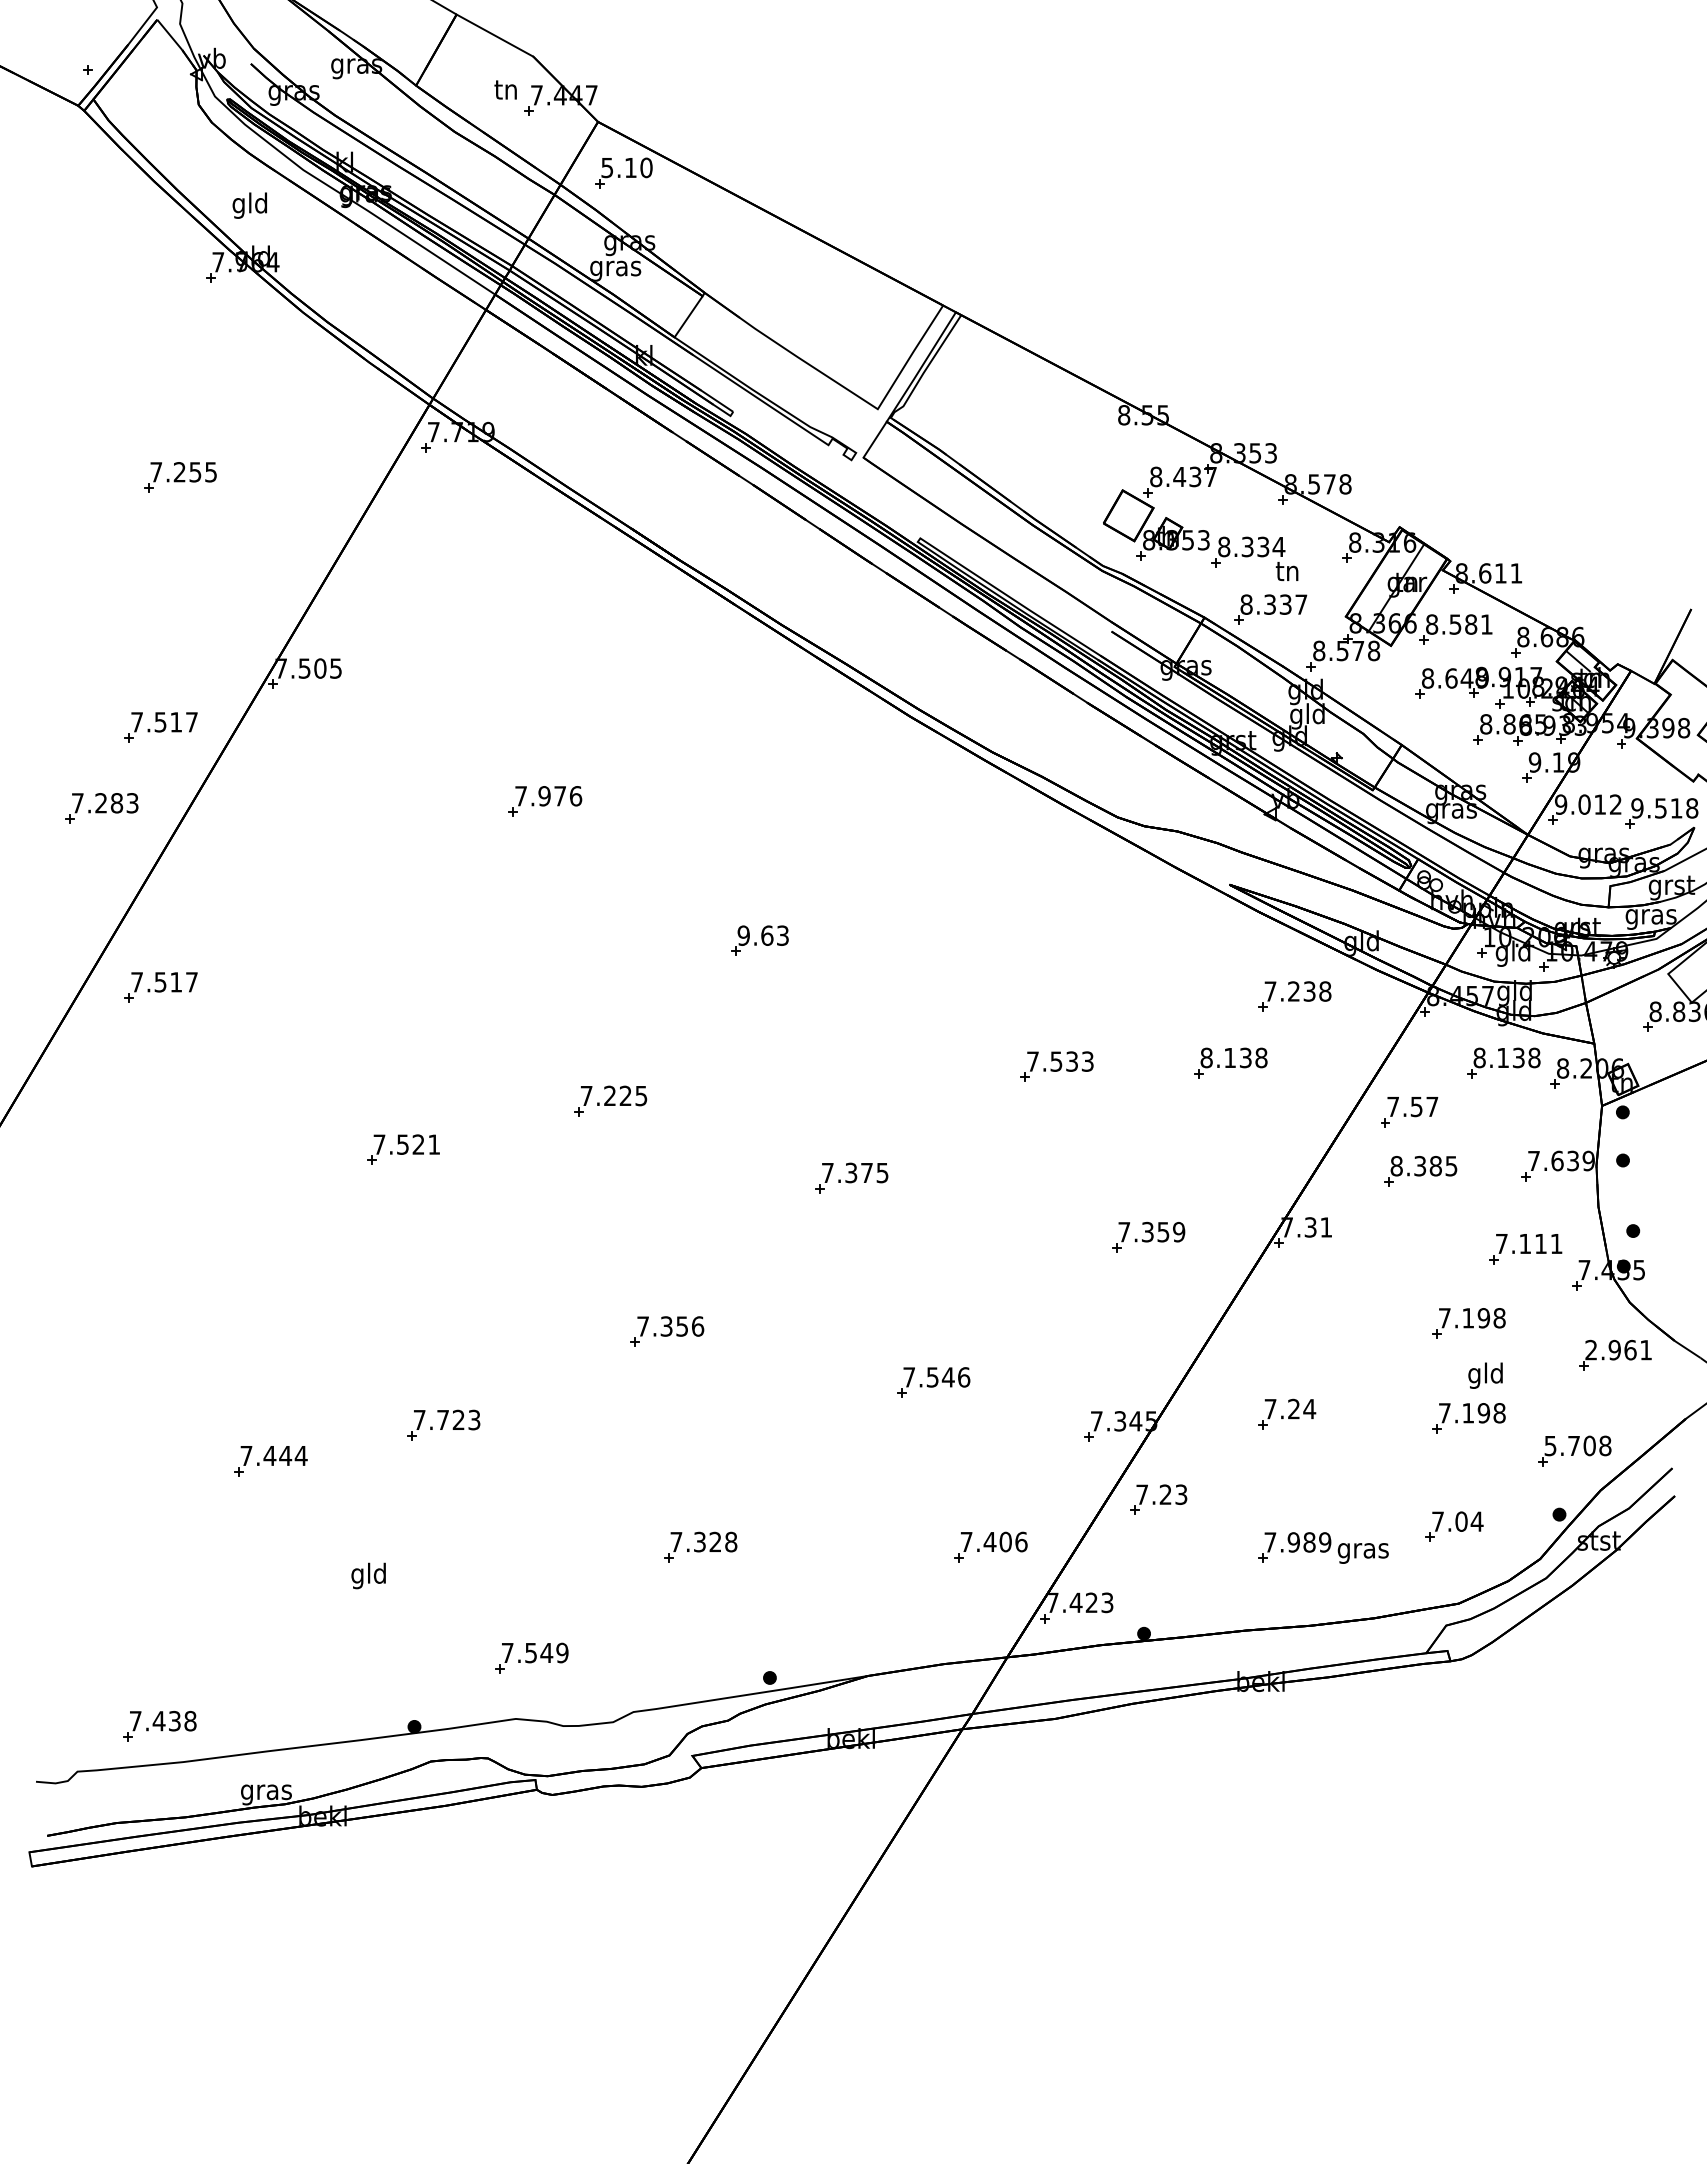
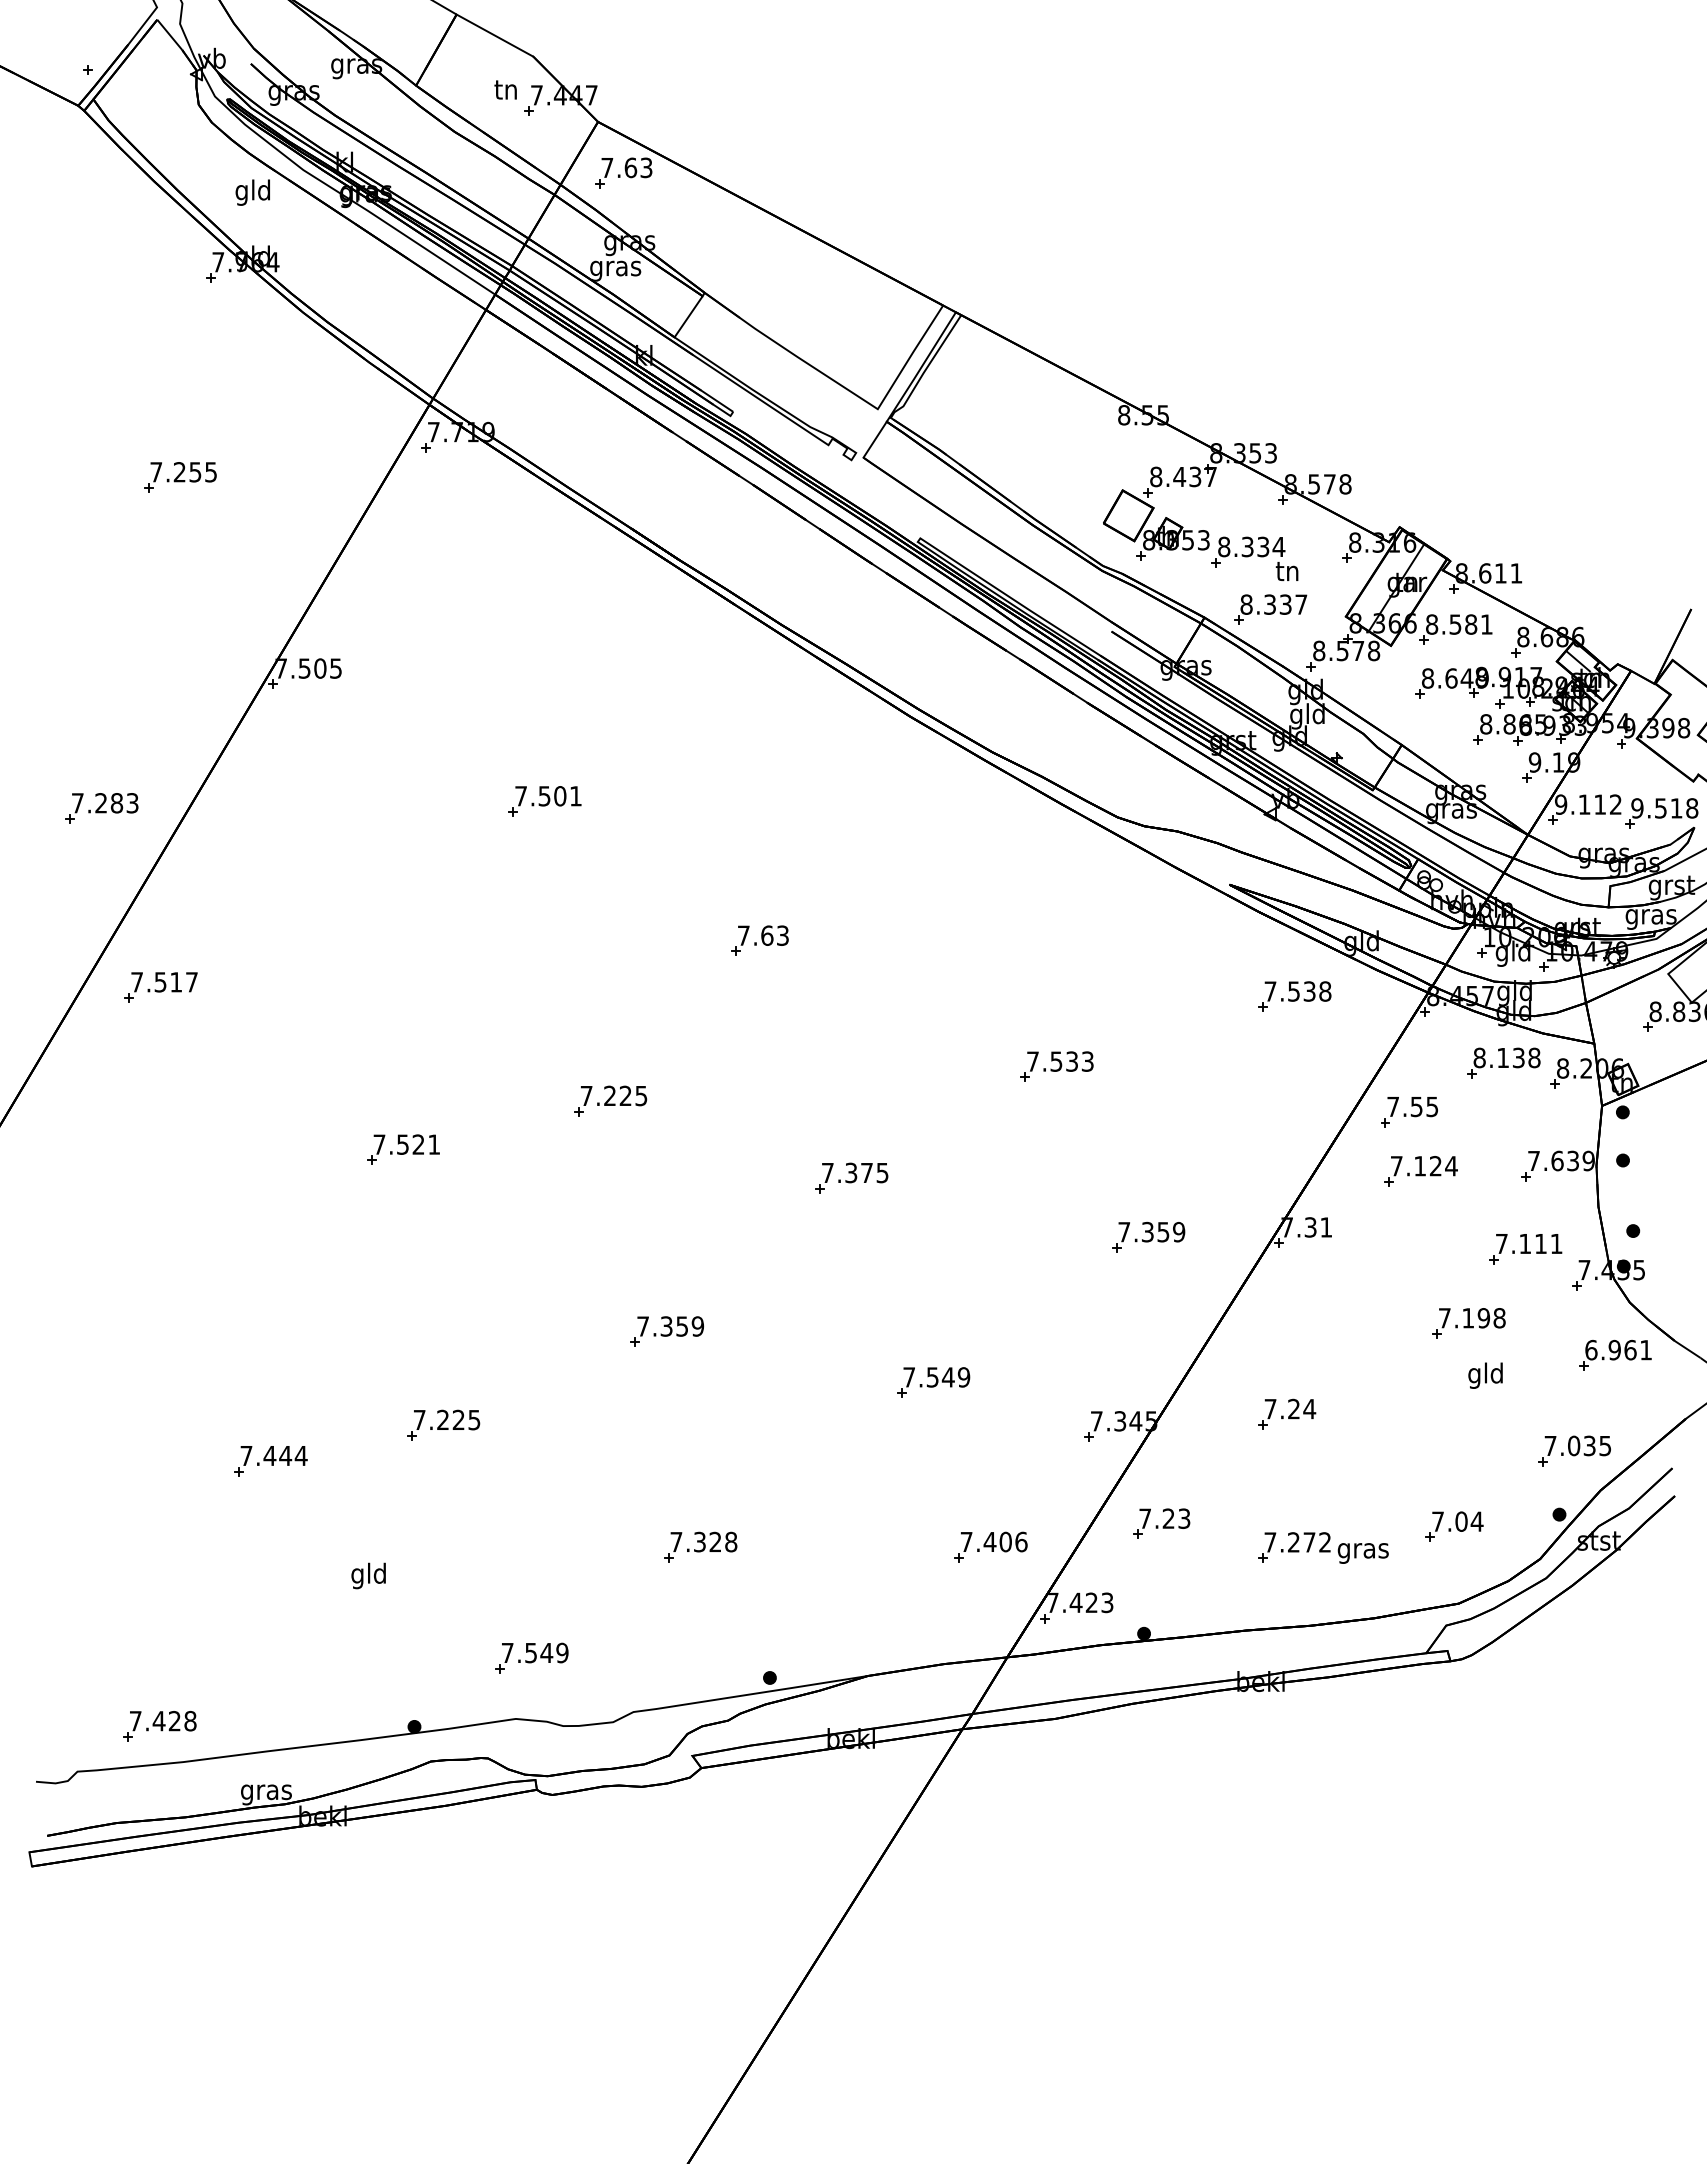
text at (626, 167): 5.10 -> 7.63
text at (249, 205) position: (249, 205) -> (252, 192)
part at (160, 727): present -> none
text at (560, 796): 7.976 -> 7.501
text at (1584, 804): 9.012 -> 9.112
text at (743, 935): 9.63 -> 7.63
text at (1293, 991): 7.238 -> 7.538
part at (1230, 1062): present -> none
text at (1432, 1107): 7.57 -> 7.55
text at (1423, 1165): 8.385 -> 7.124
text at (697, 1326): 7.356 -> 7.359
text at (1591, 1349): 2.961 -> 6.961
text at (963, 1377): 7.546 -> 7.549
part at (1468, 1418): present -> none
text at (458, 1419): 7.723 -> 7.225
text at (1577, 1445): 5.708 -> 7.035
part at (1158, 1499) position: (1158, 1499) -> (1161, 1523)
text at (1309, 1542): 7.989 -> 7.272
text at (174, 1721): 7.438 -> 7.428
